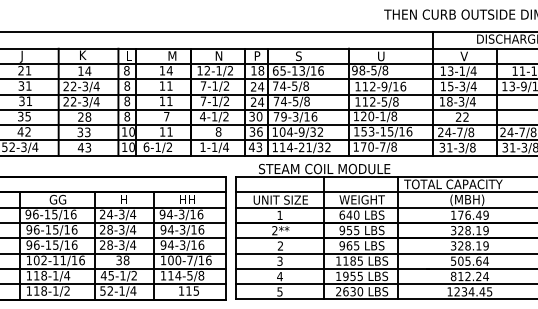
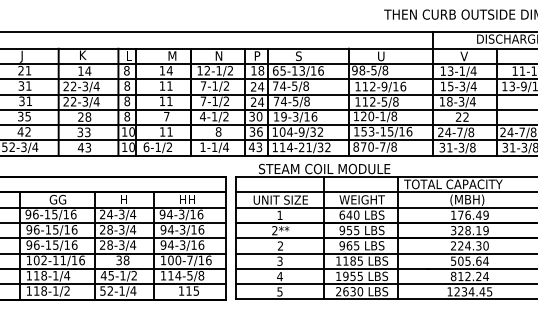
text at (276, 116): 79-3/16 -> 19-3/16
text at (356, 146): 170-7/8 -> 870-7/8
text at (469, 245): 328.19 -> 224.30
